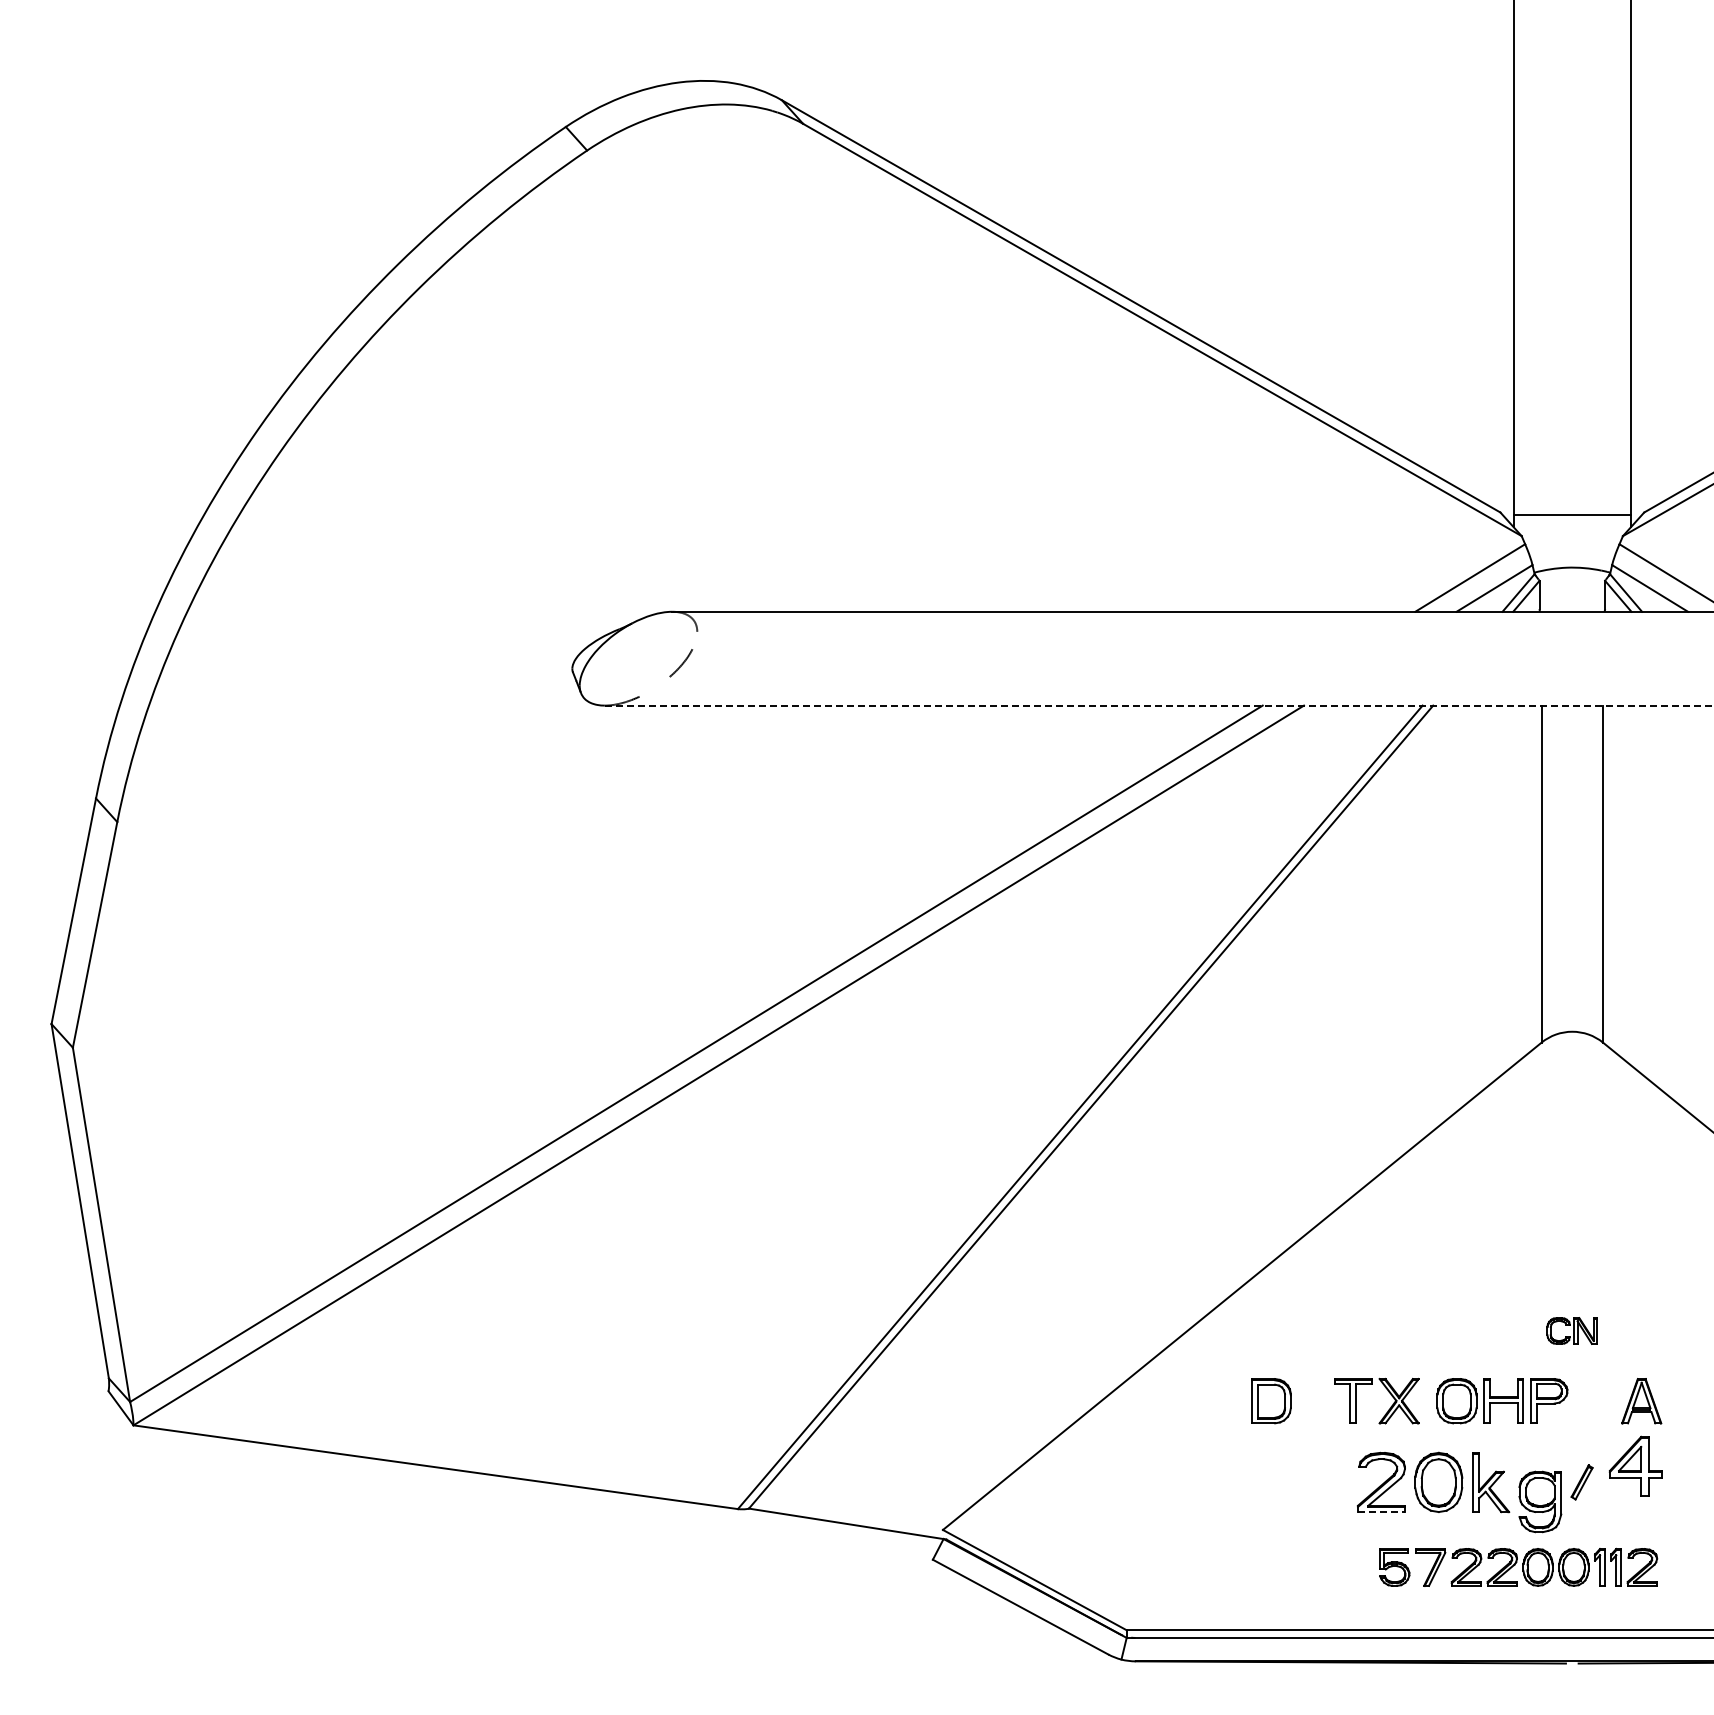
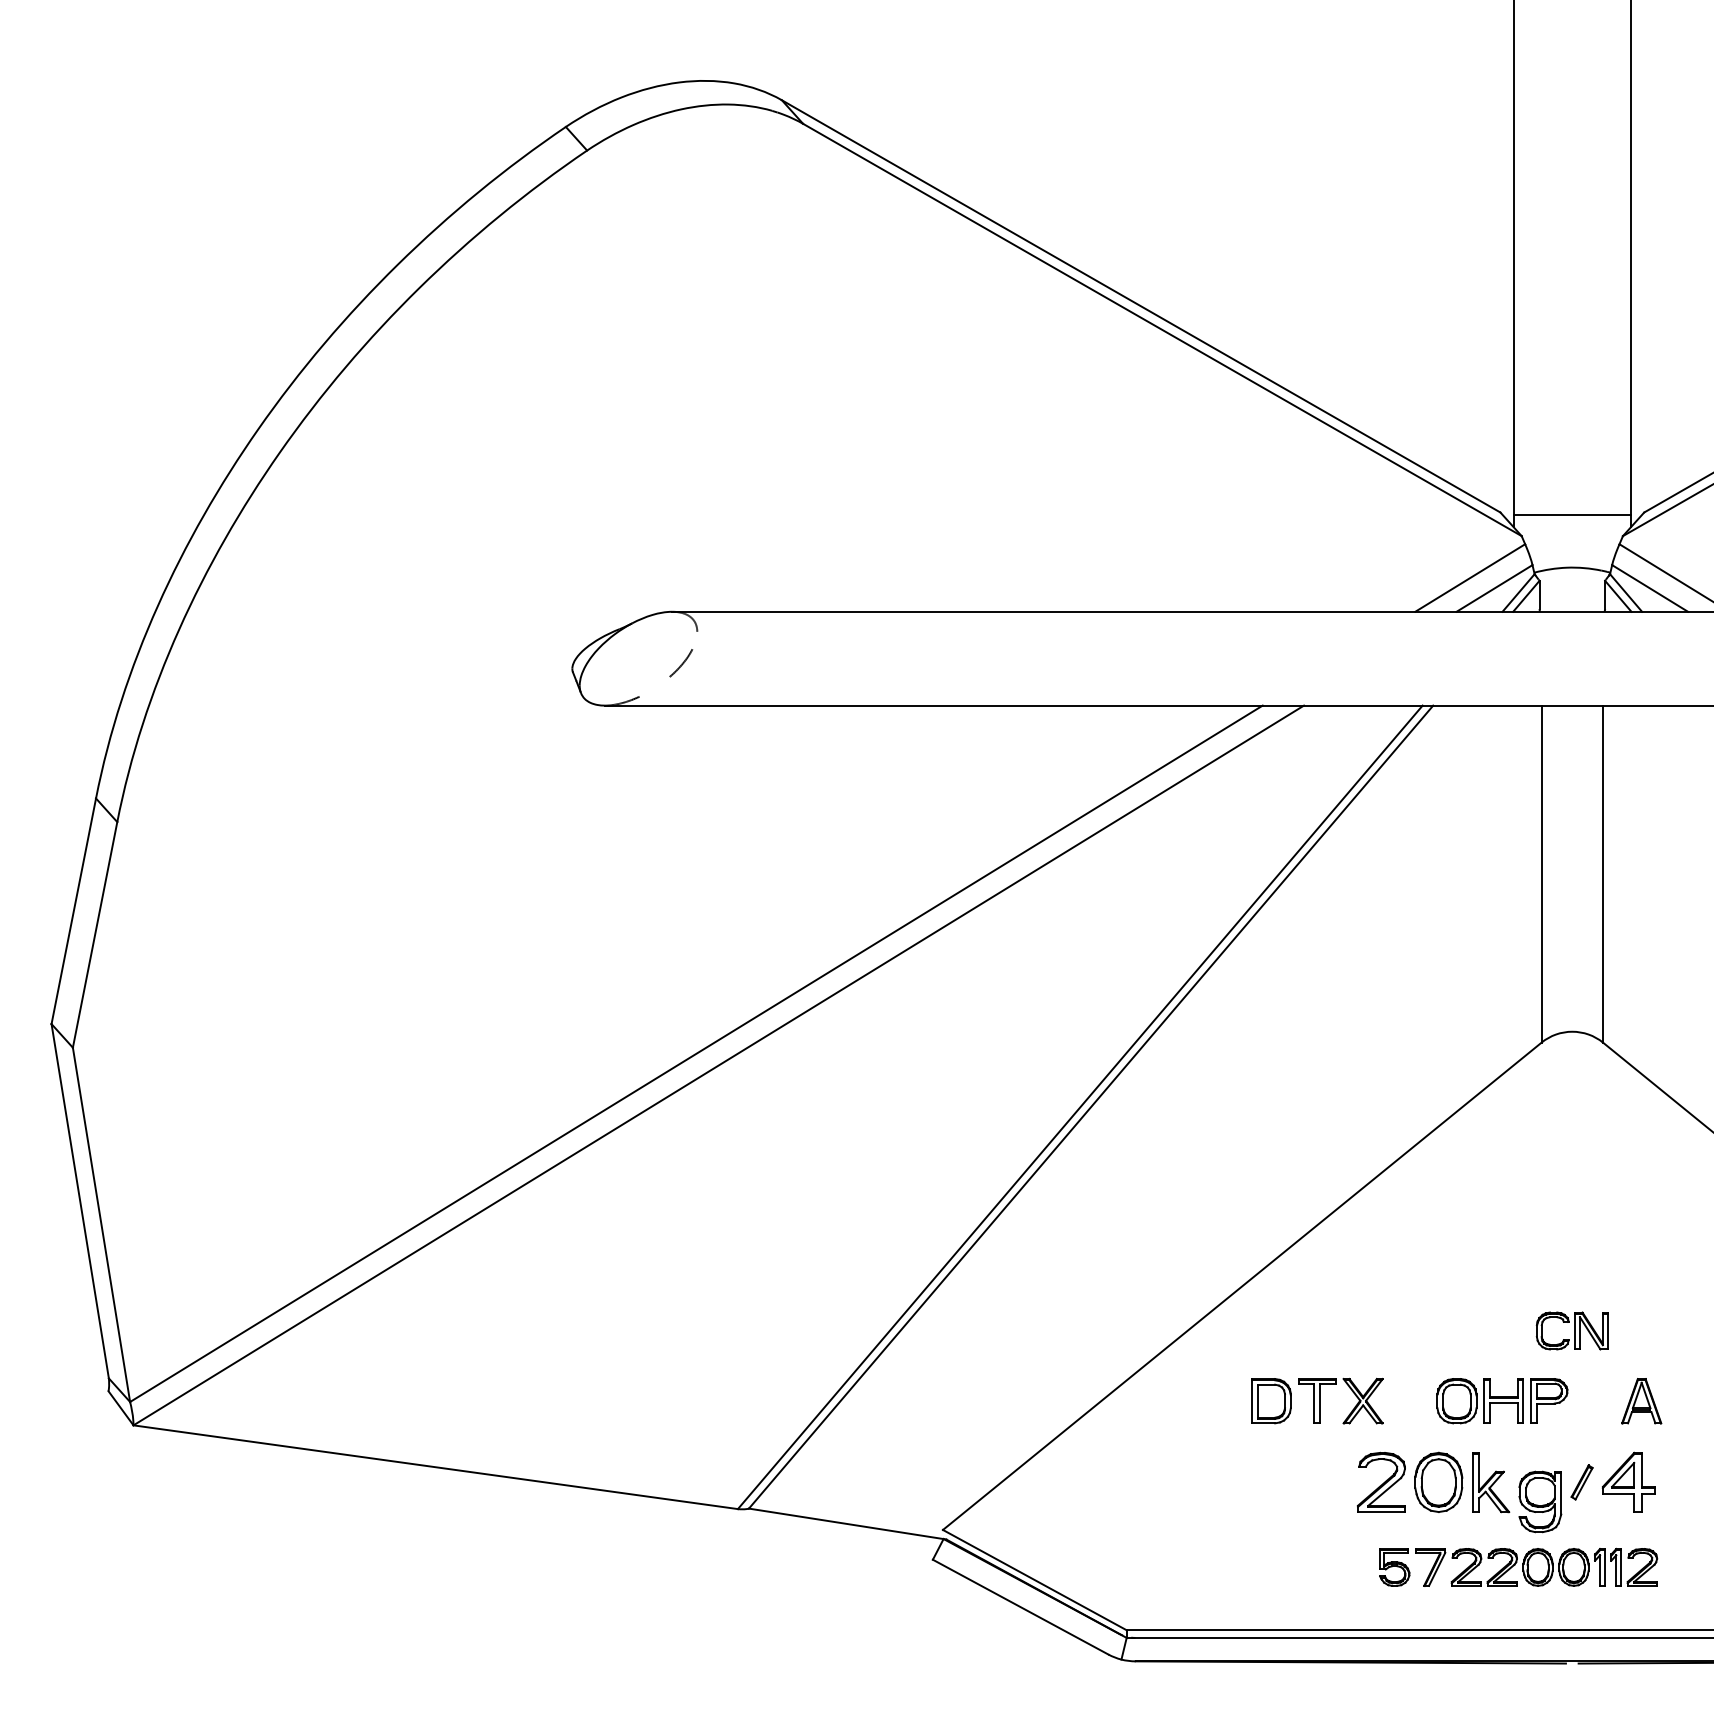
line at (1159, 705): dashed -> solid
part at (1571, 1330) size: 52x28 px -> 74x40 px
part at (1388, 1392) position: (1388, 1392) -> (1352, 1392)
part at (1635, 1465) position: (1635, 1465) -> (1628, 1481)
line at (1381, 1512): dashed -> solid
